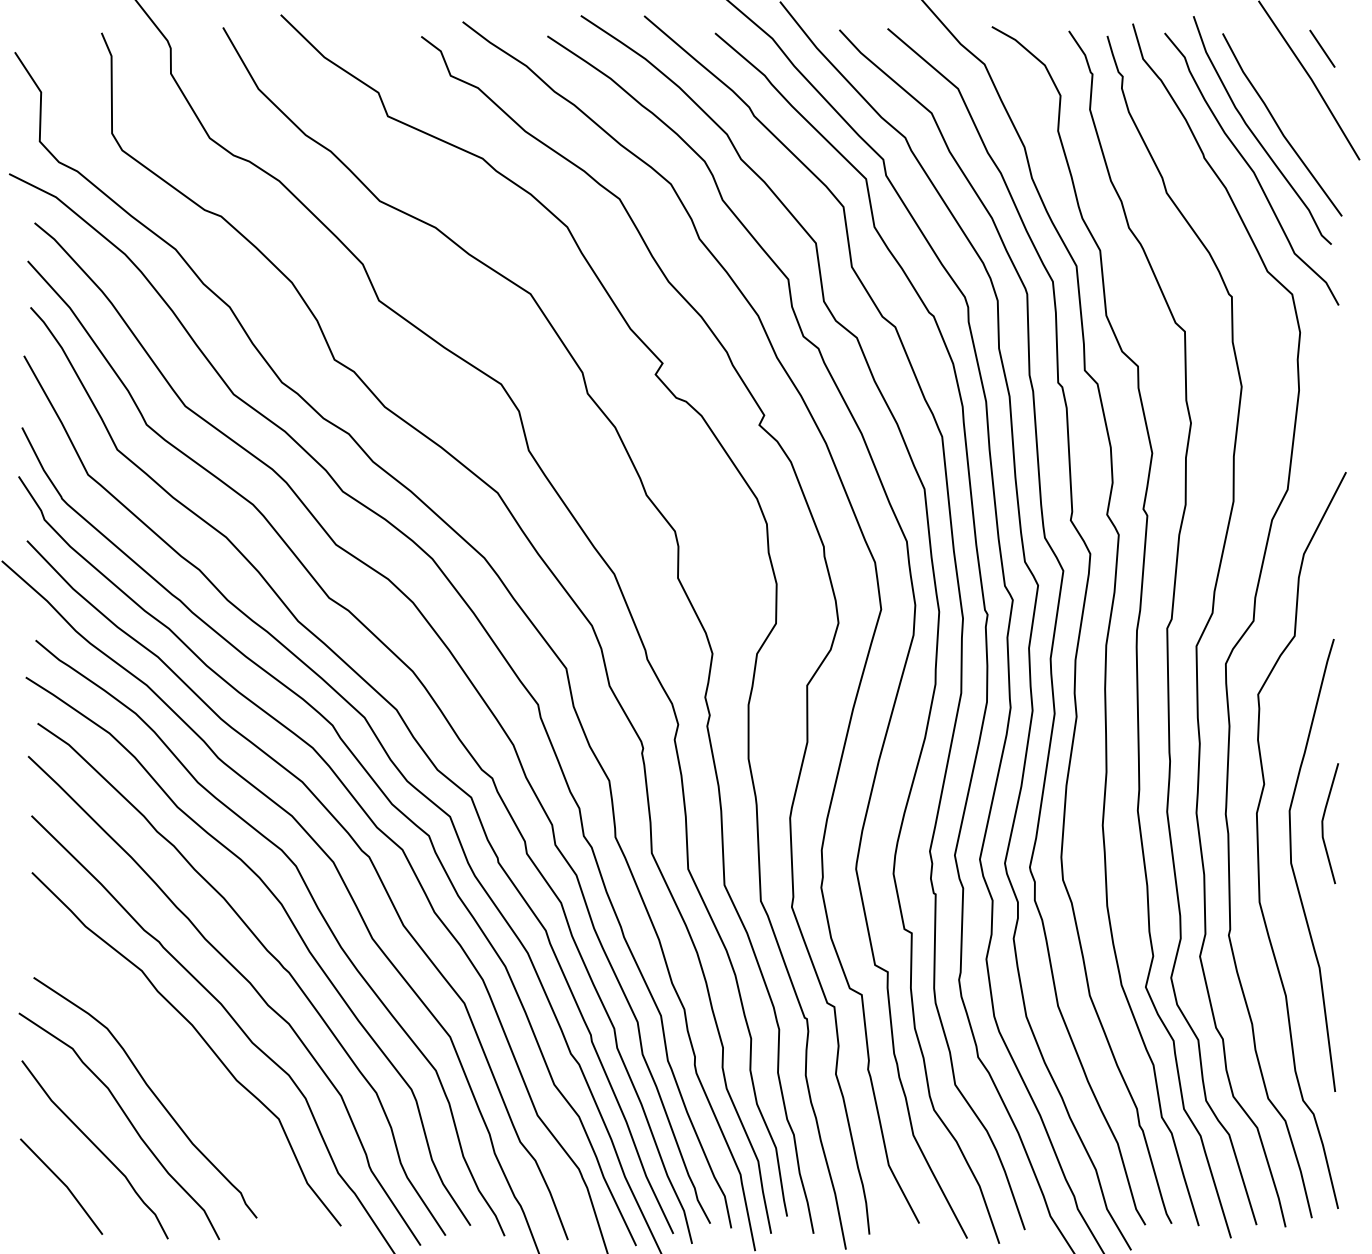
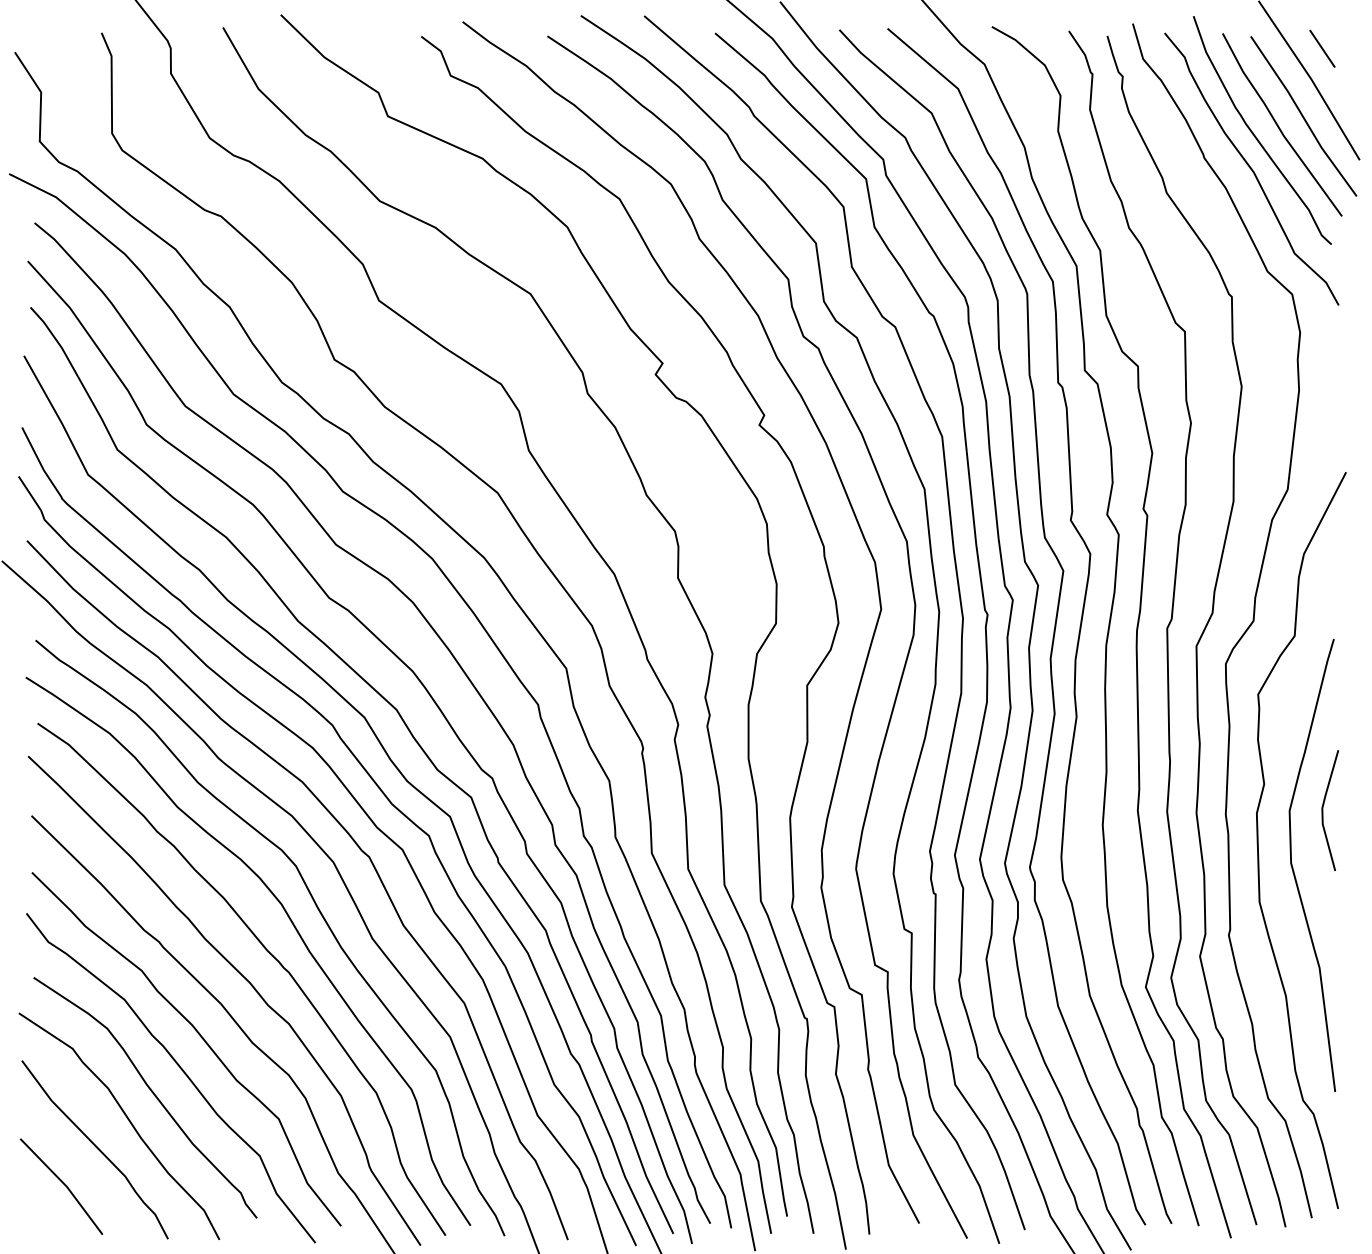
line at (1303, 116): none -> present
line at (1323, 823) position: (1323, 823) -> (1323, 810)
curve at (180, 1069): none -> present
